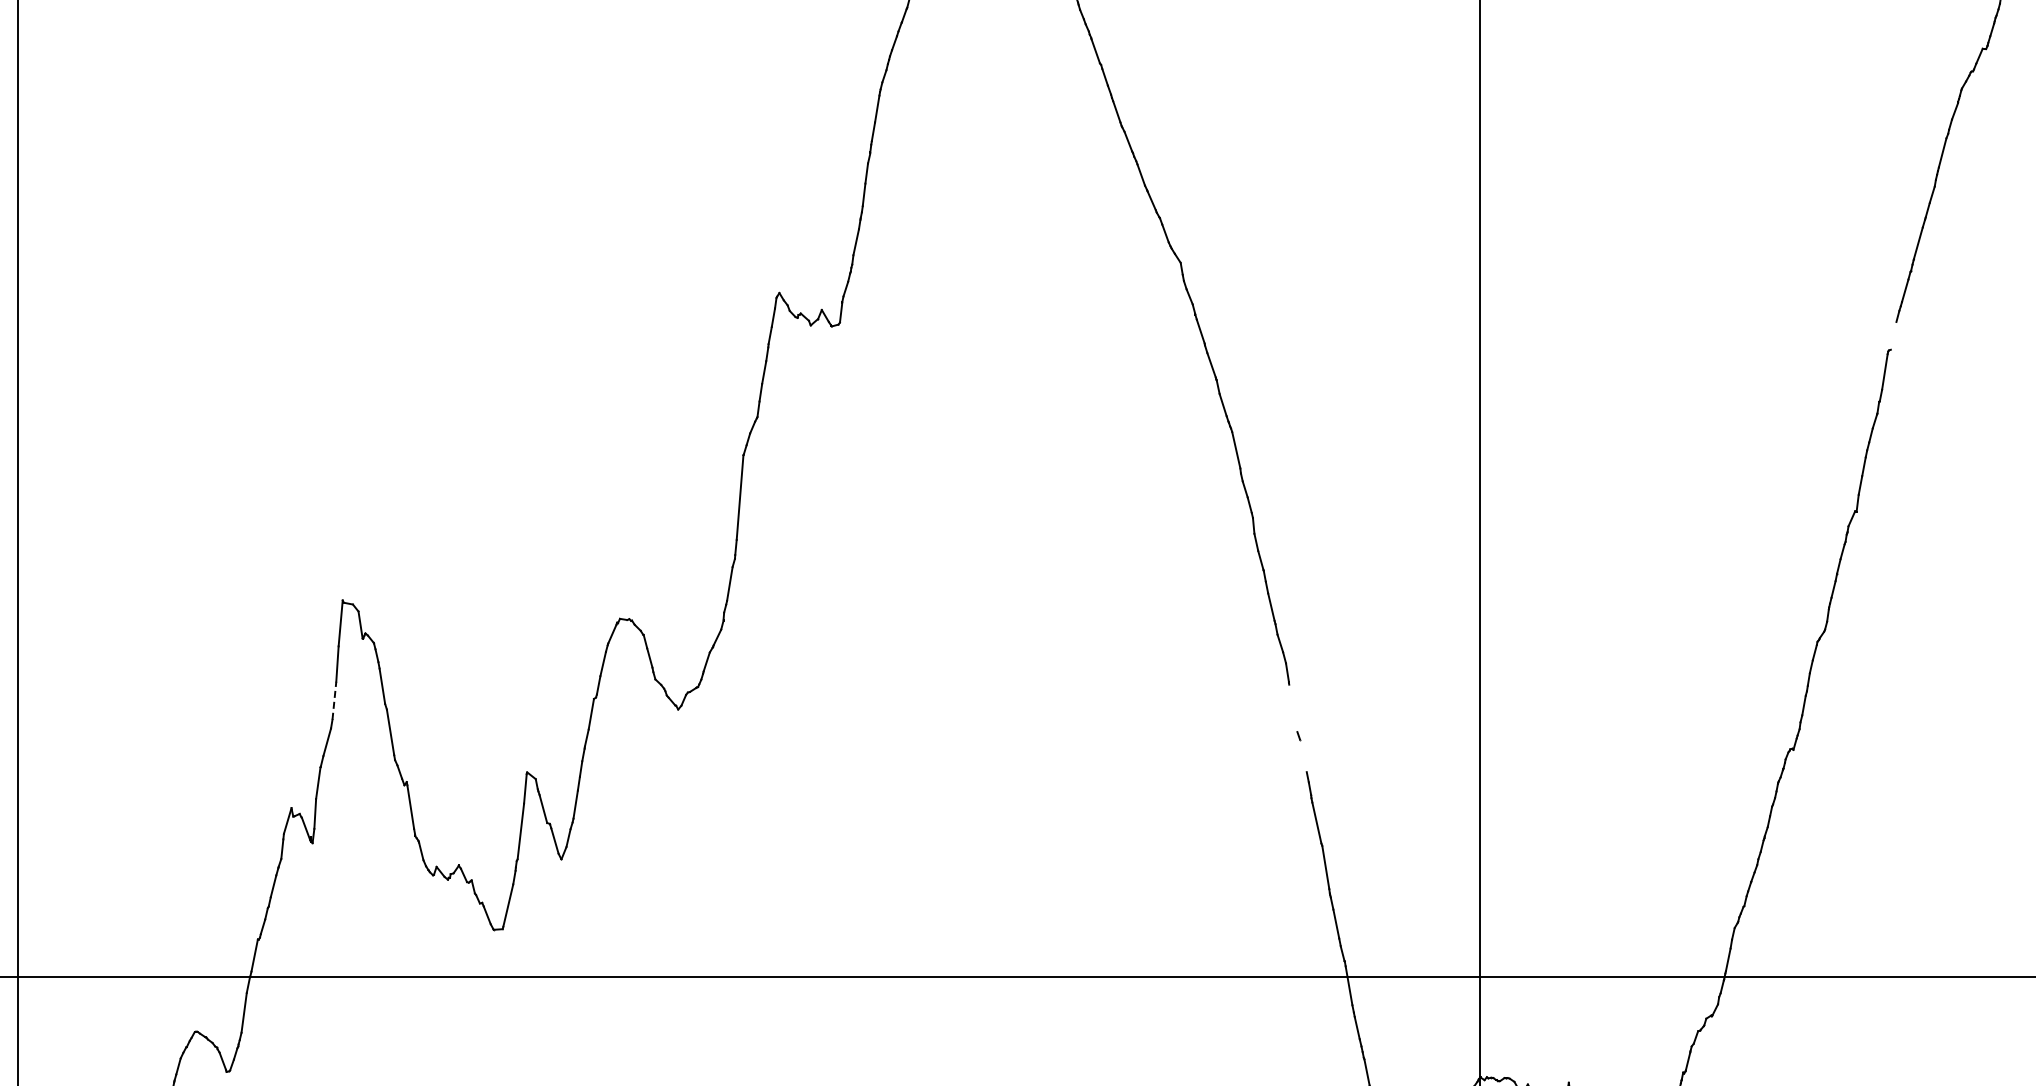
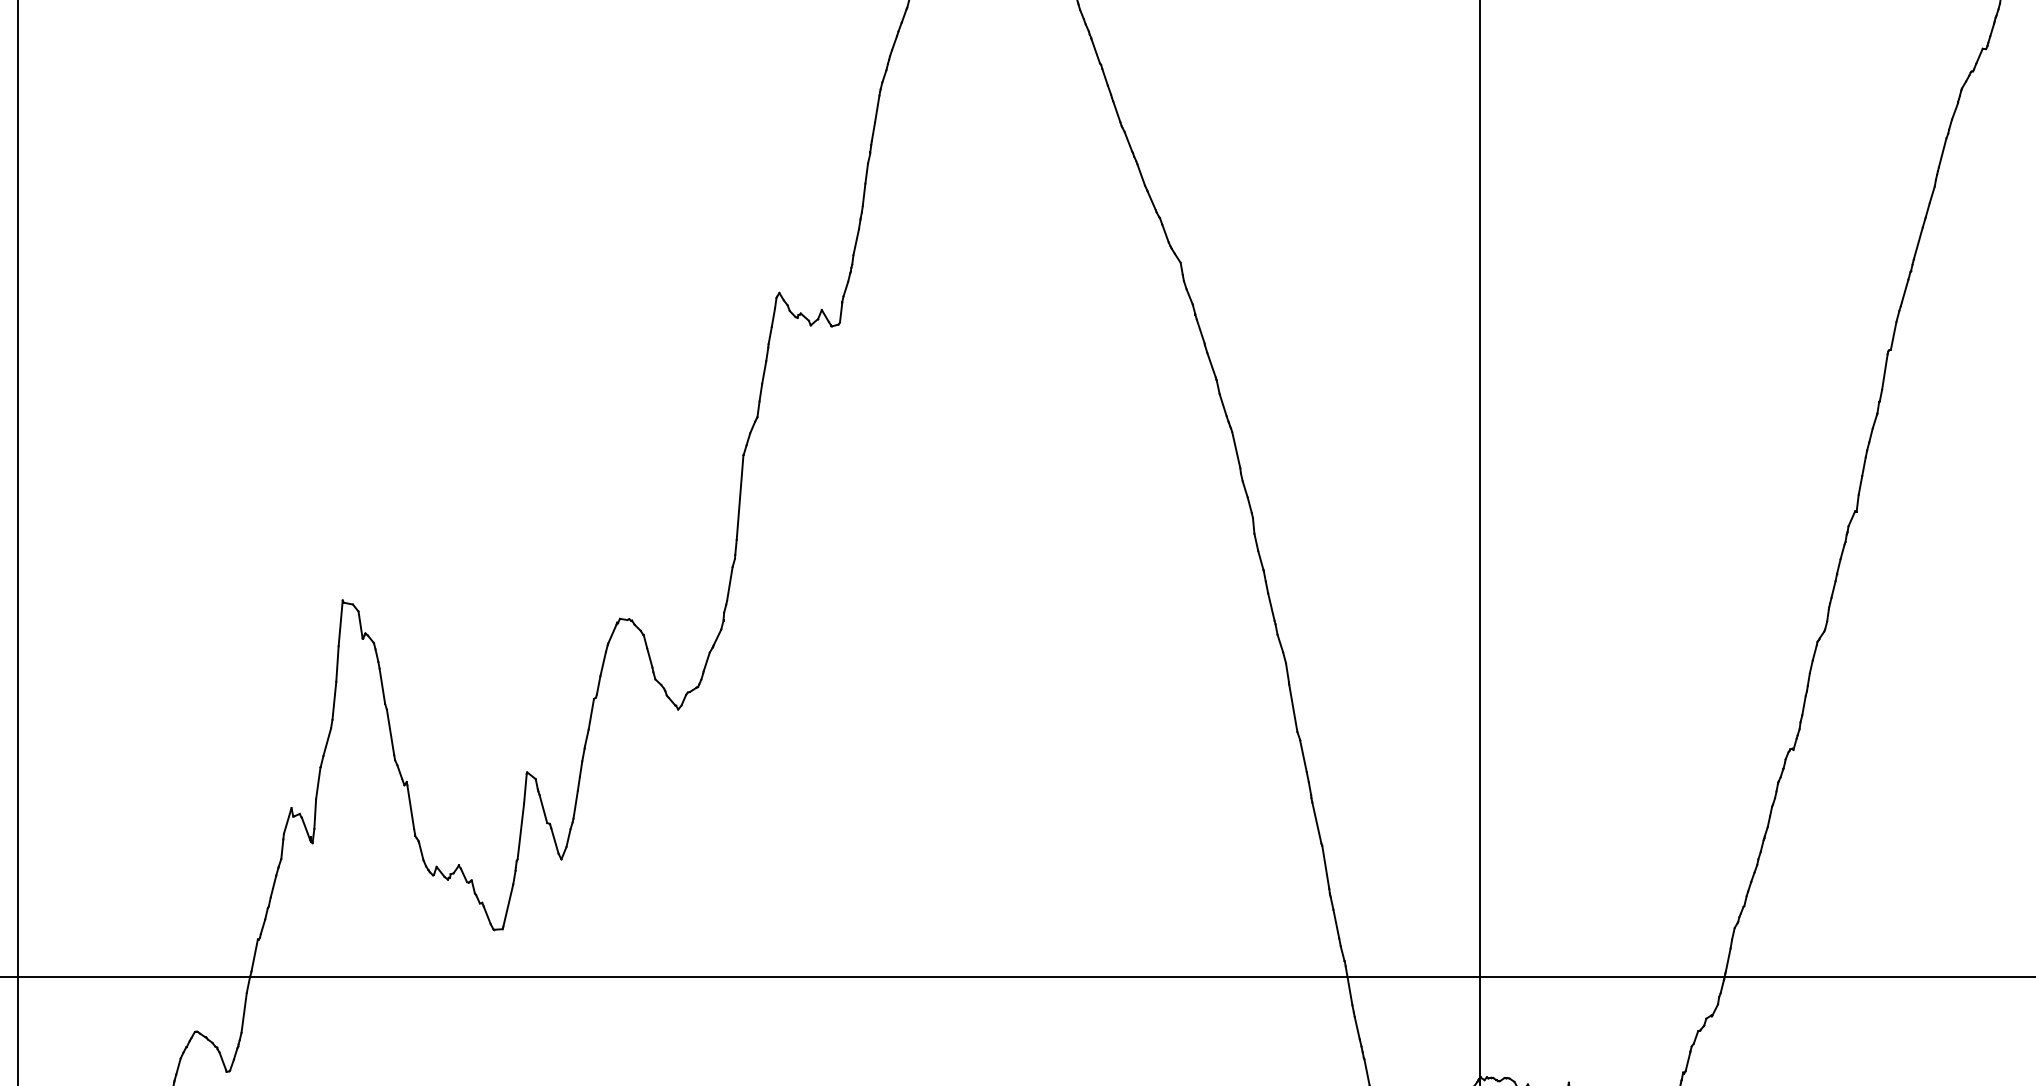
line at (1893, 335): none -> present
line at (334, 700): dashed -> solid
line at (1293, 708): none -> present
line at (1303, 755): none -> present
